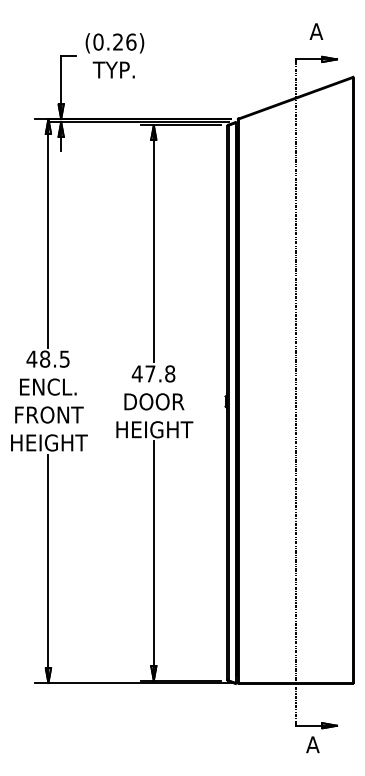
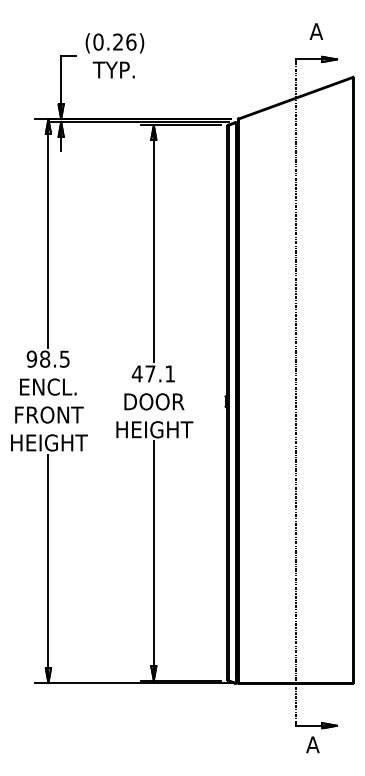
text at (31, 358): 48.5 -> 98.5
text at (170, 373): 47.8 -> 47.1
